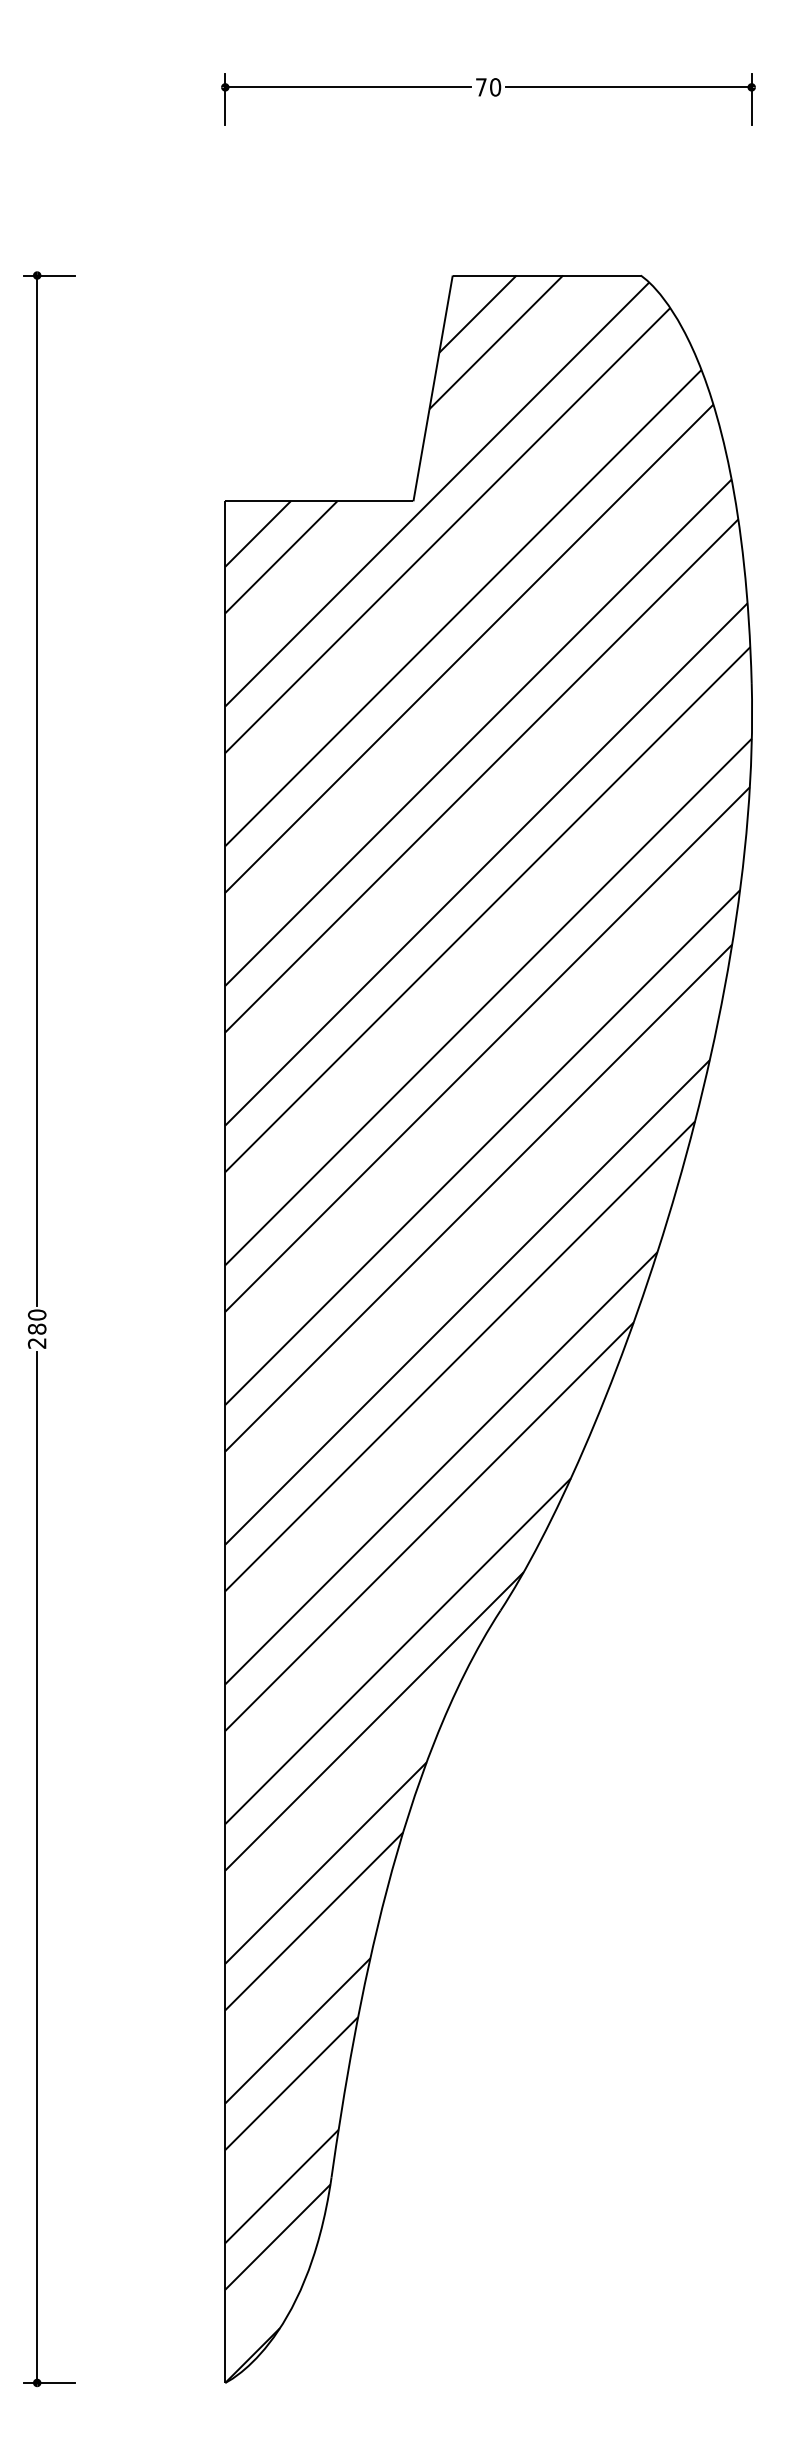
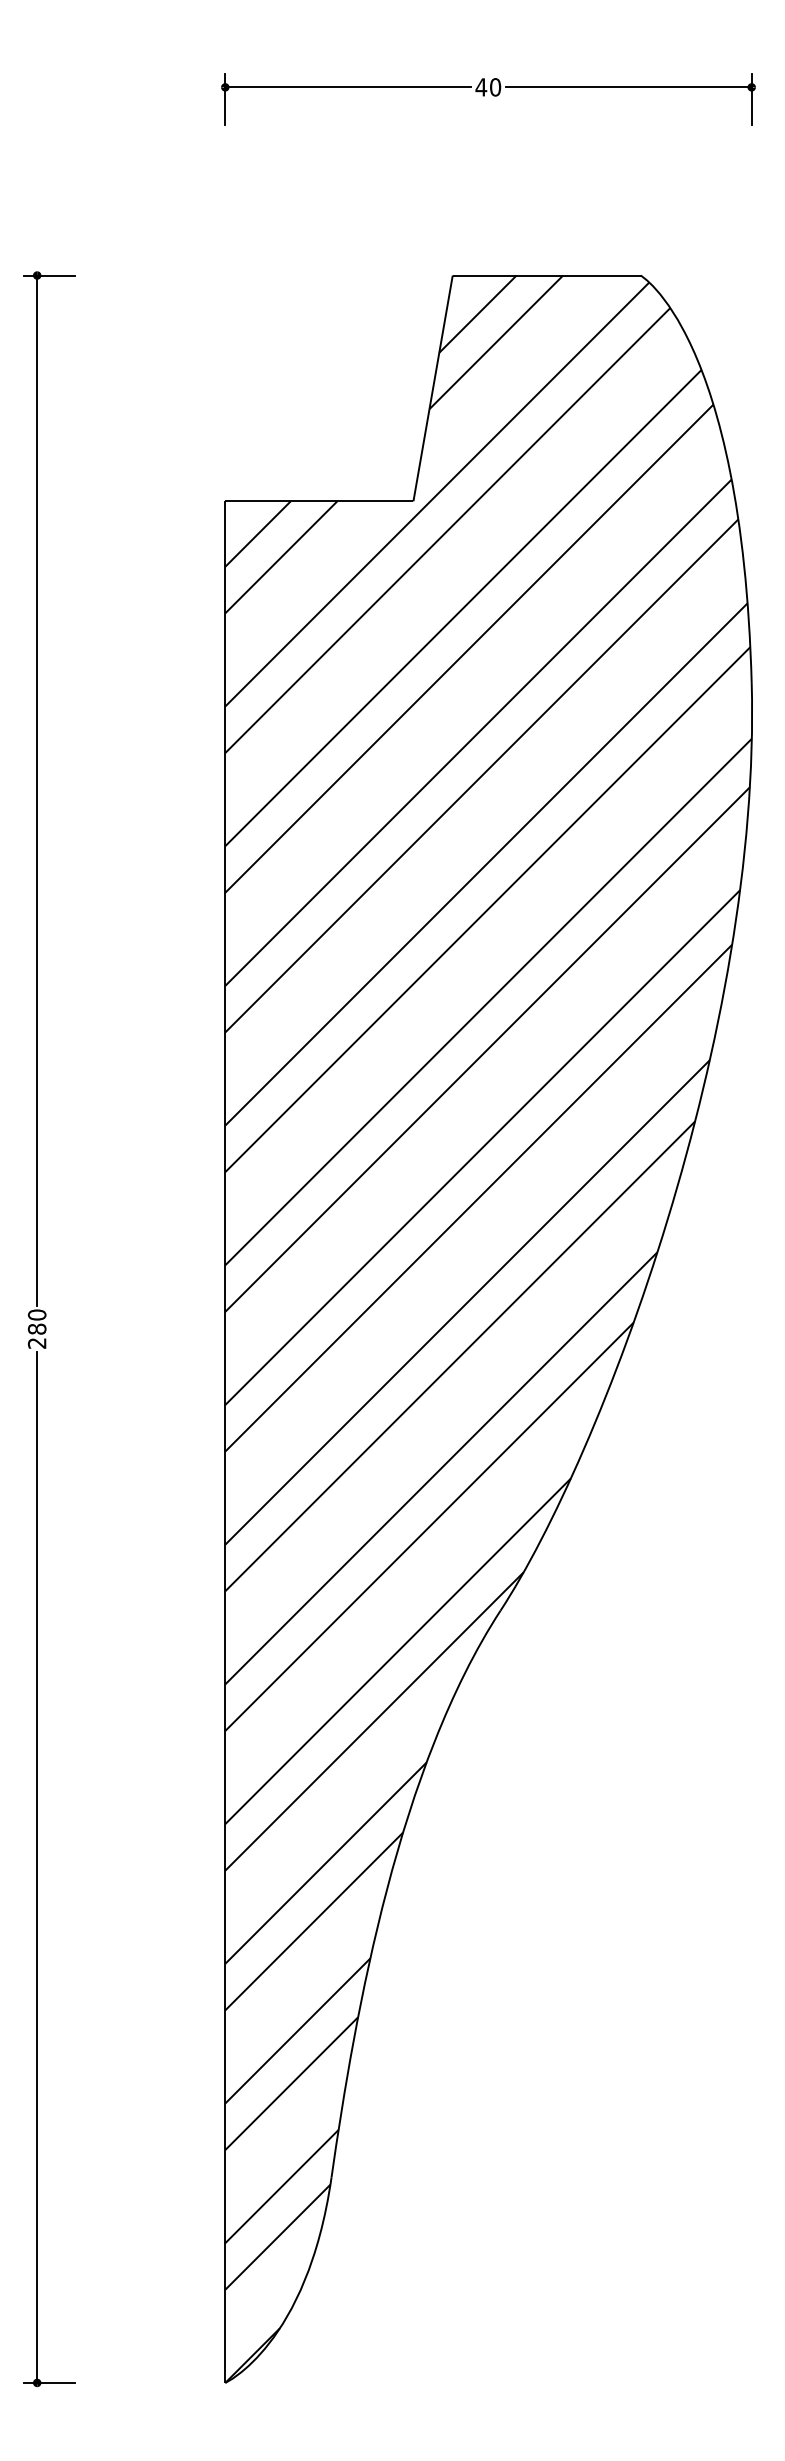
text at (481, 87): 70 -> 40
